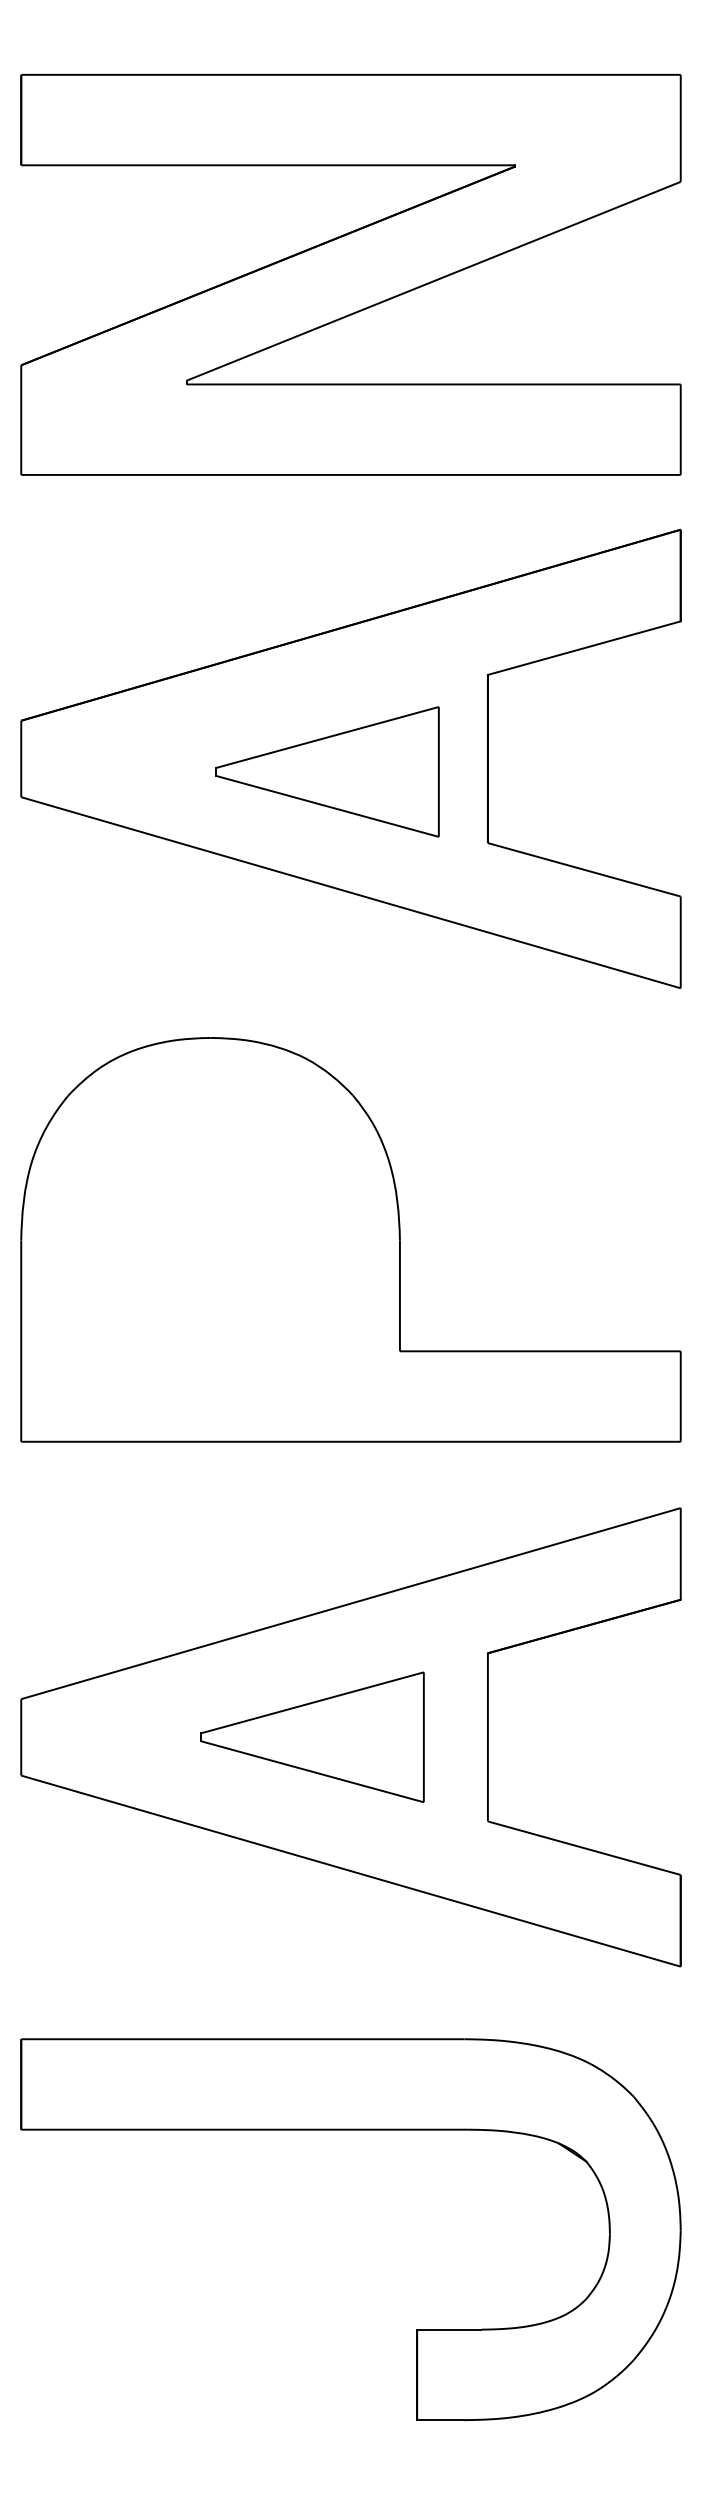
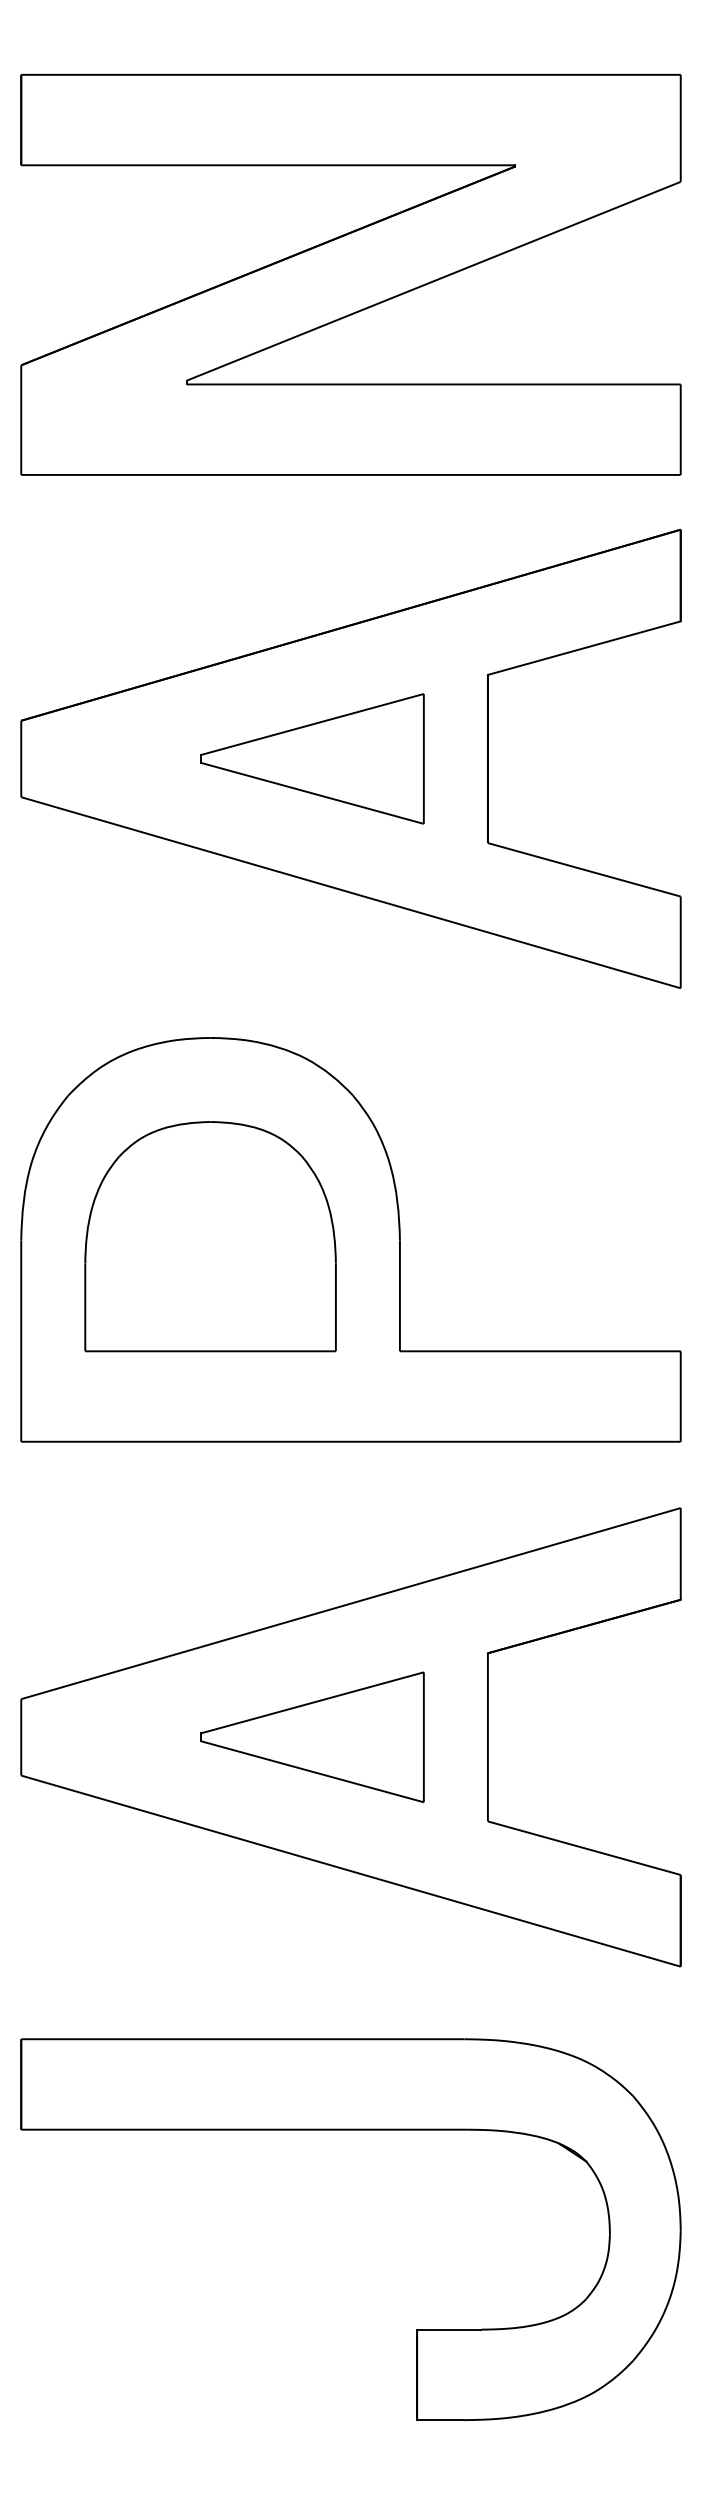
part at (327, 771) position: (327, 771) -> (312, 758)
part at (210, 1236): none -> present
